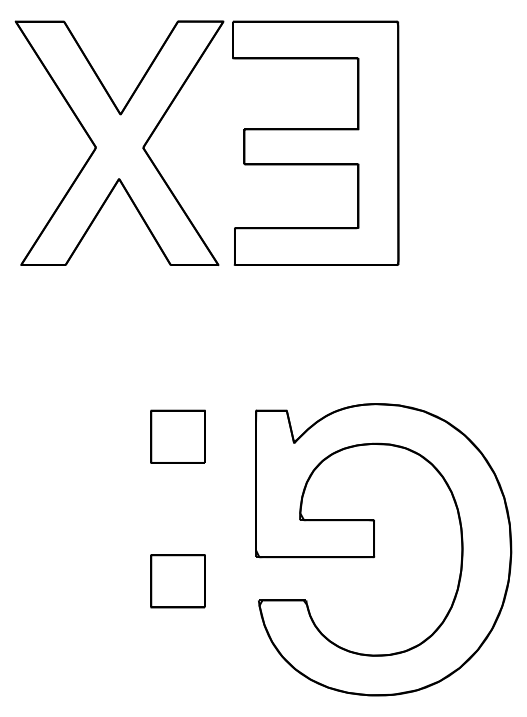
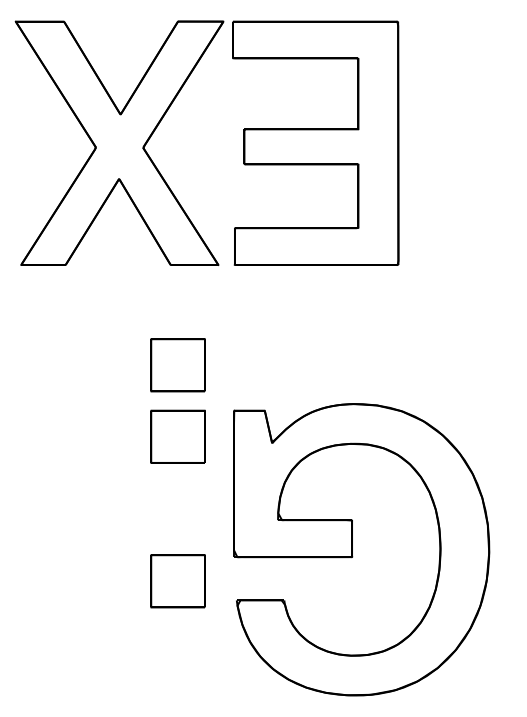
part at (177, 365): none -> present
part at (374, 549) position: (374, 549) -> (352, 549)
